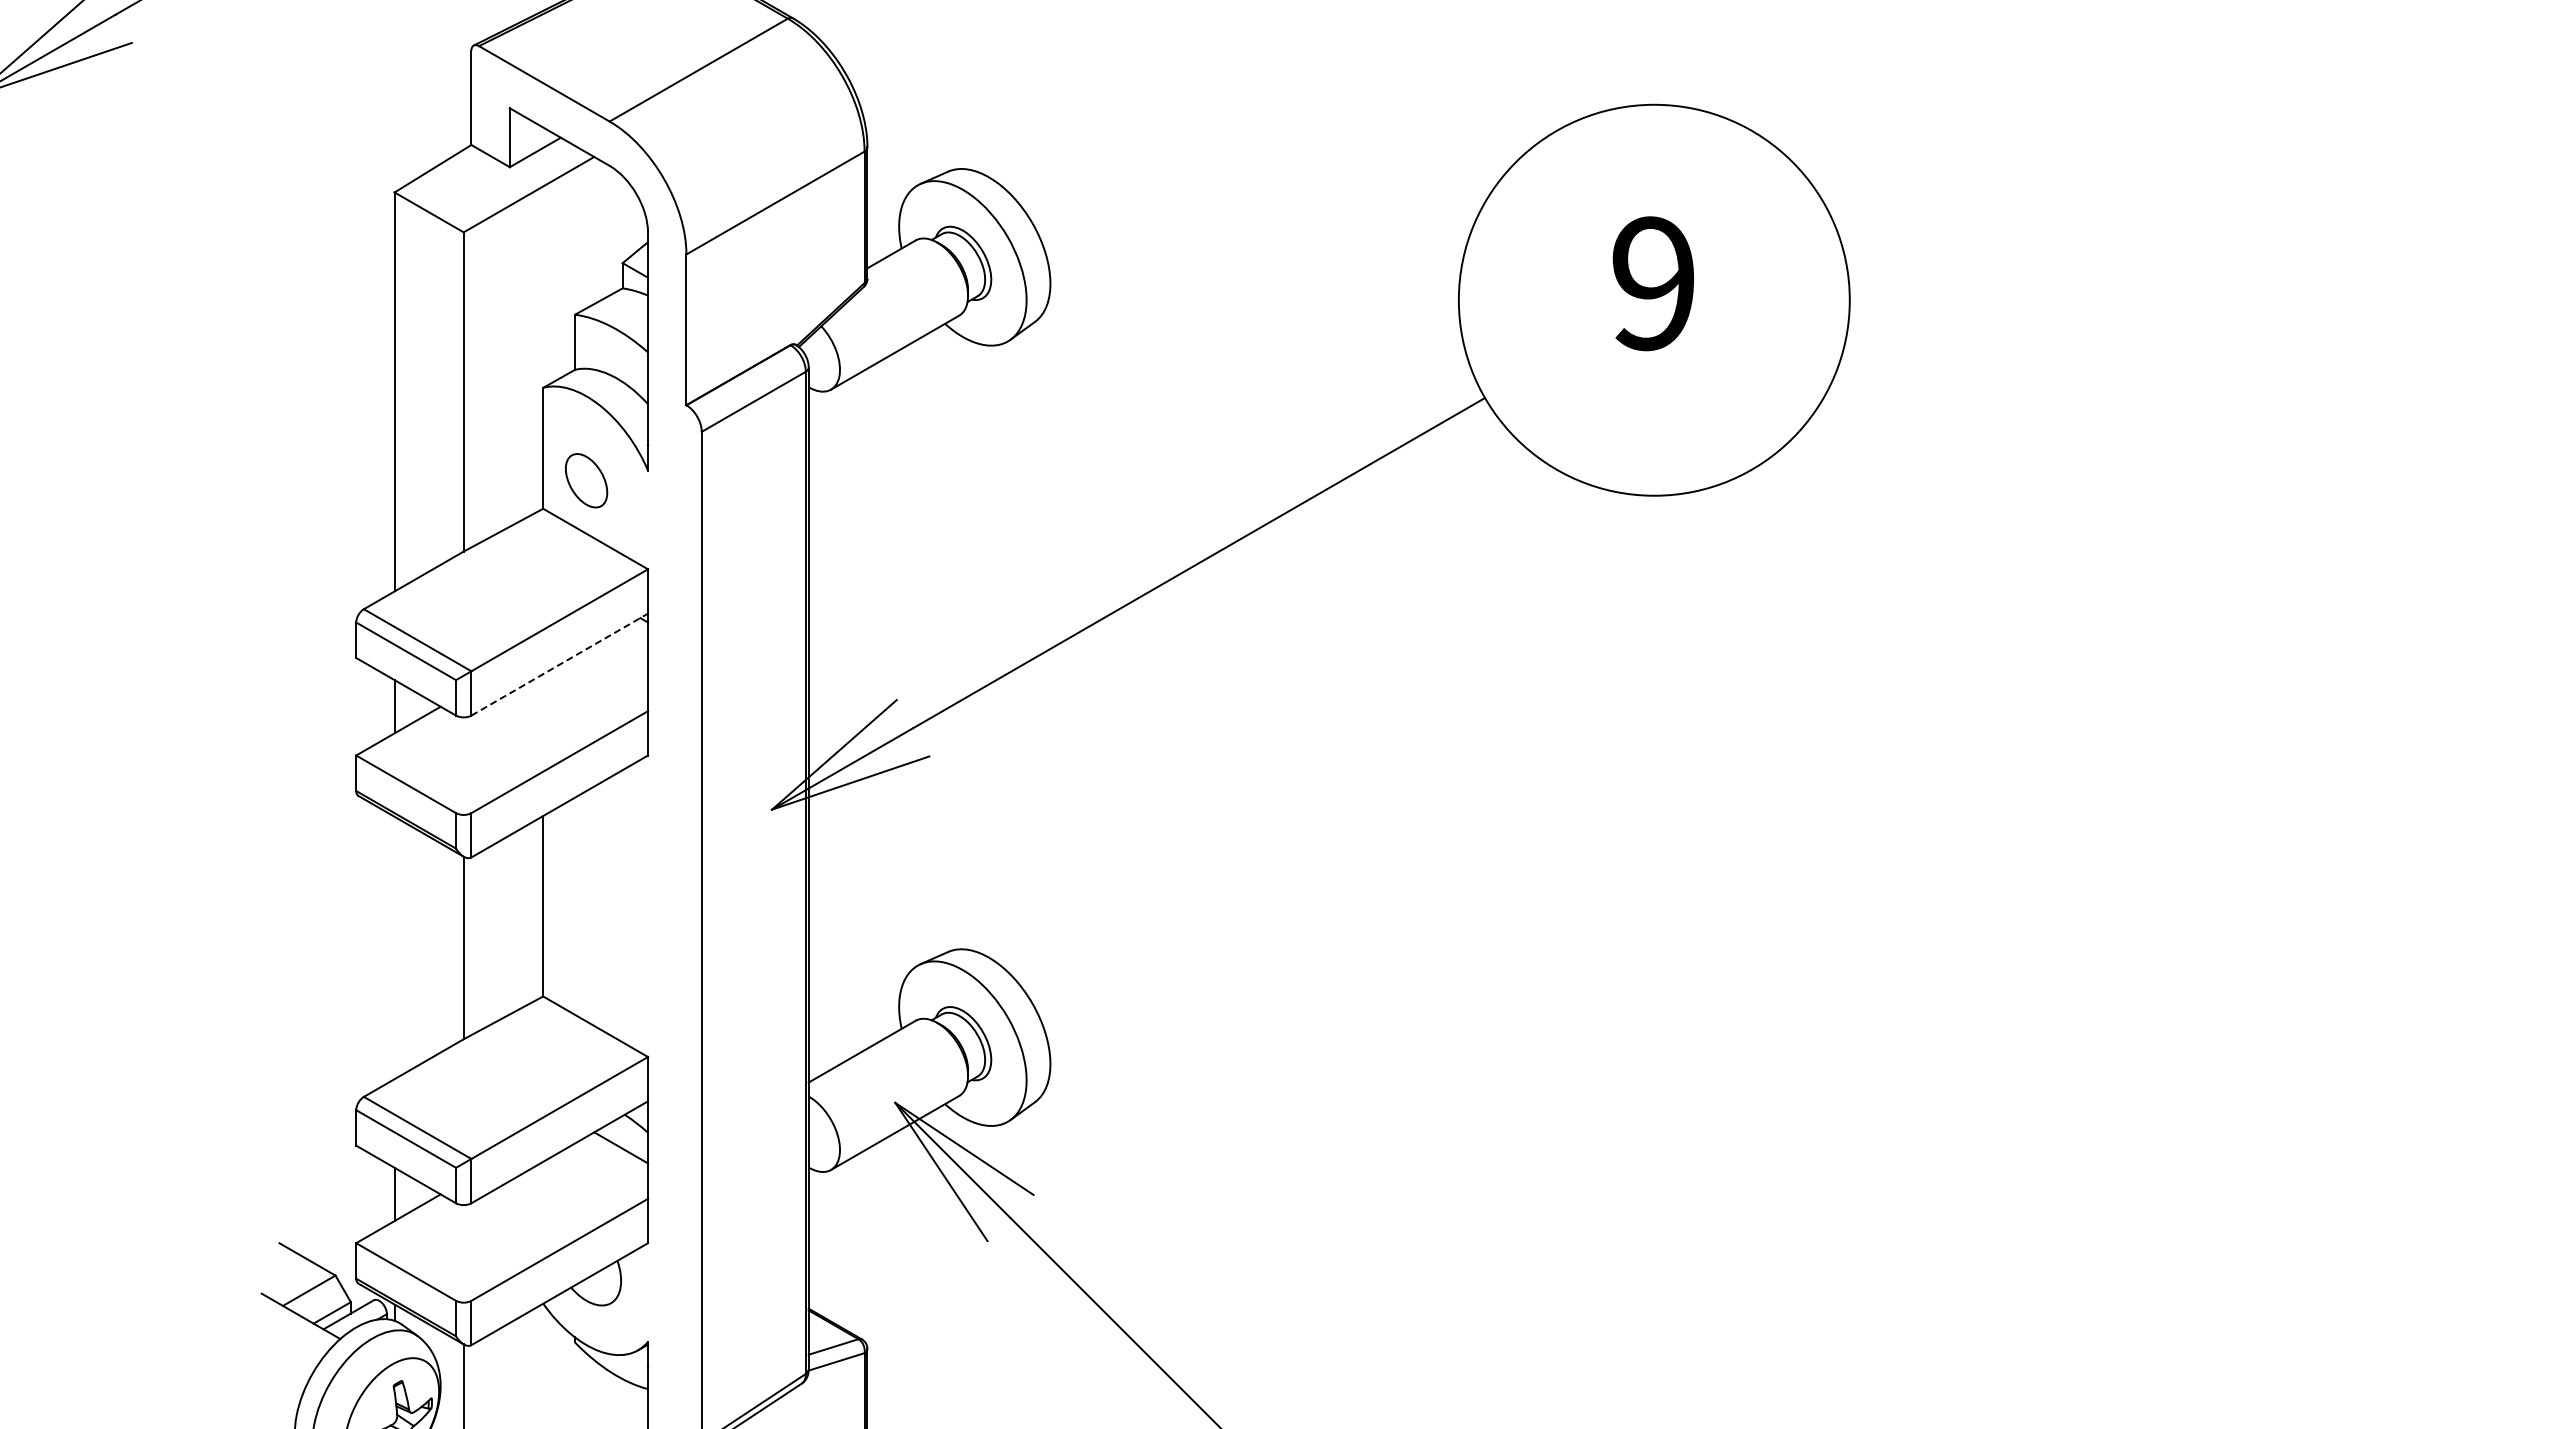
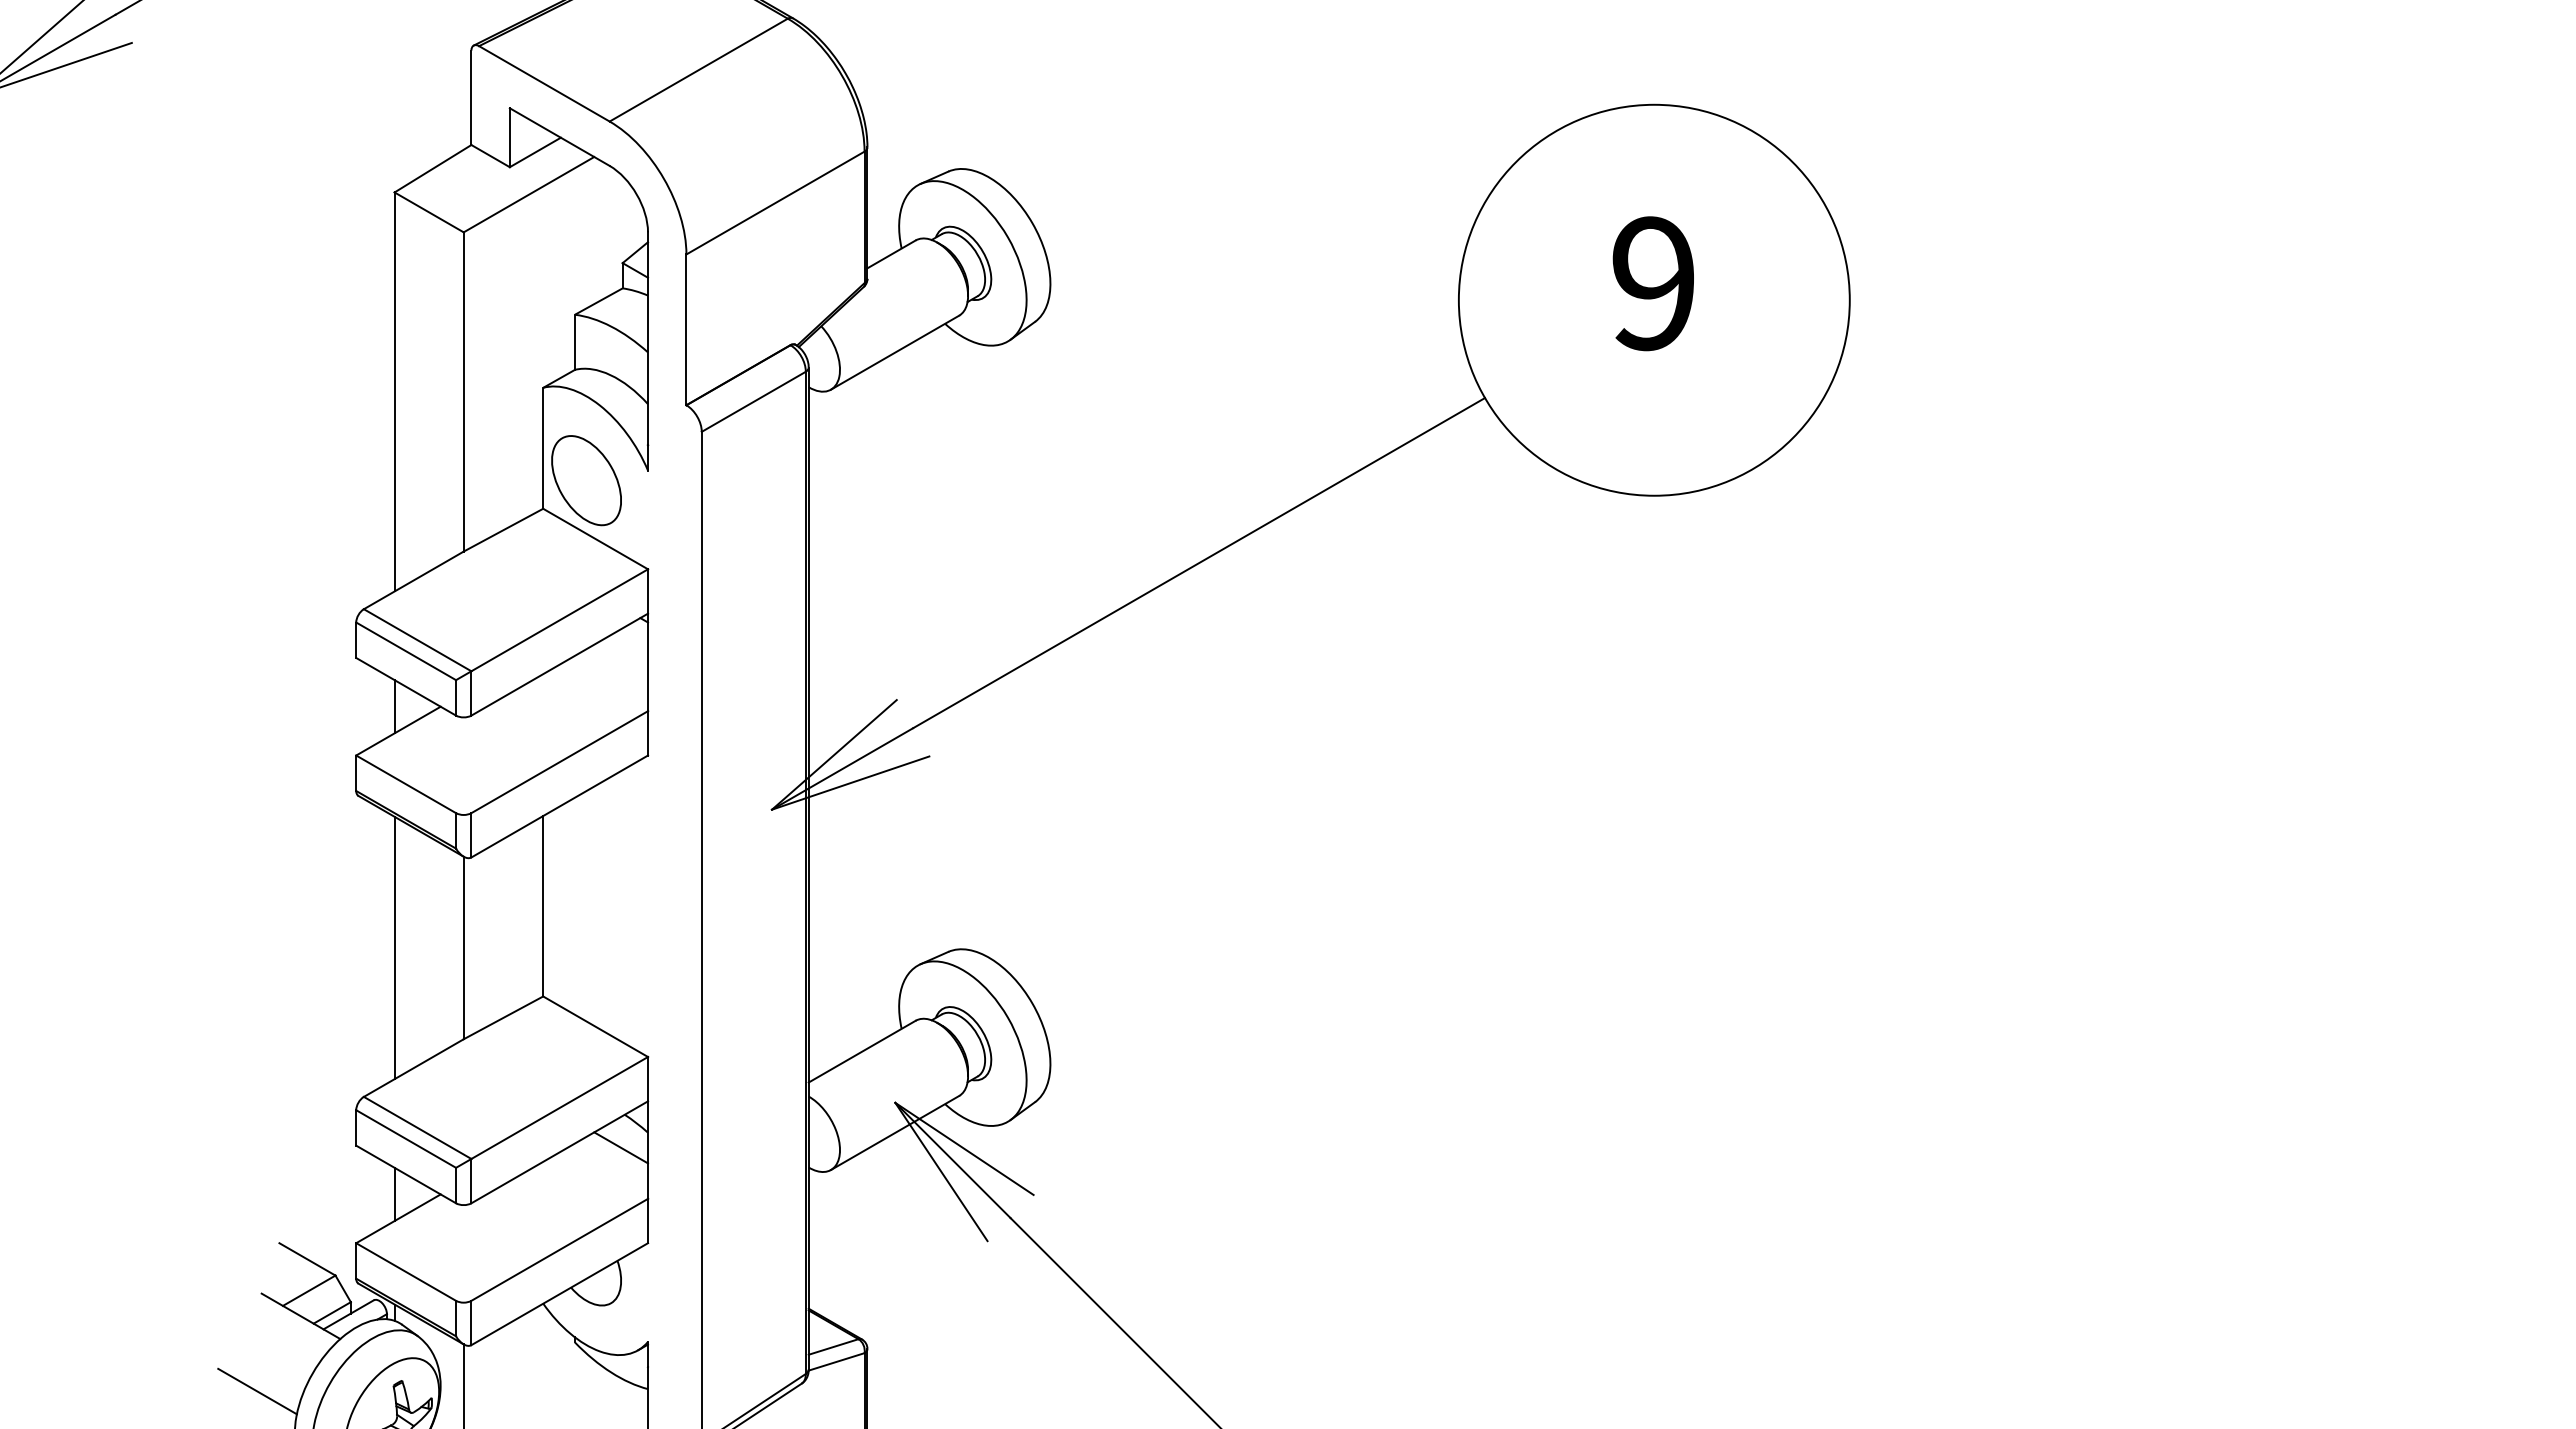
part at (586, 480) size: 44x56 px -> 71x92 px
line at (559, 664): dashed -> solid
line at (394, 947): none -> present
line at (257, 1391): none -> present
